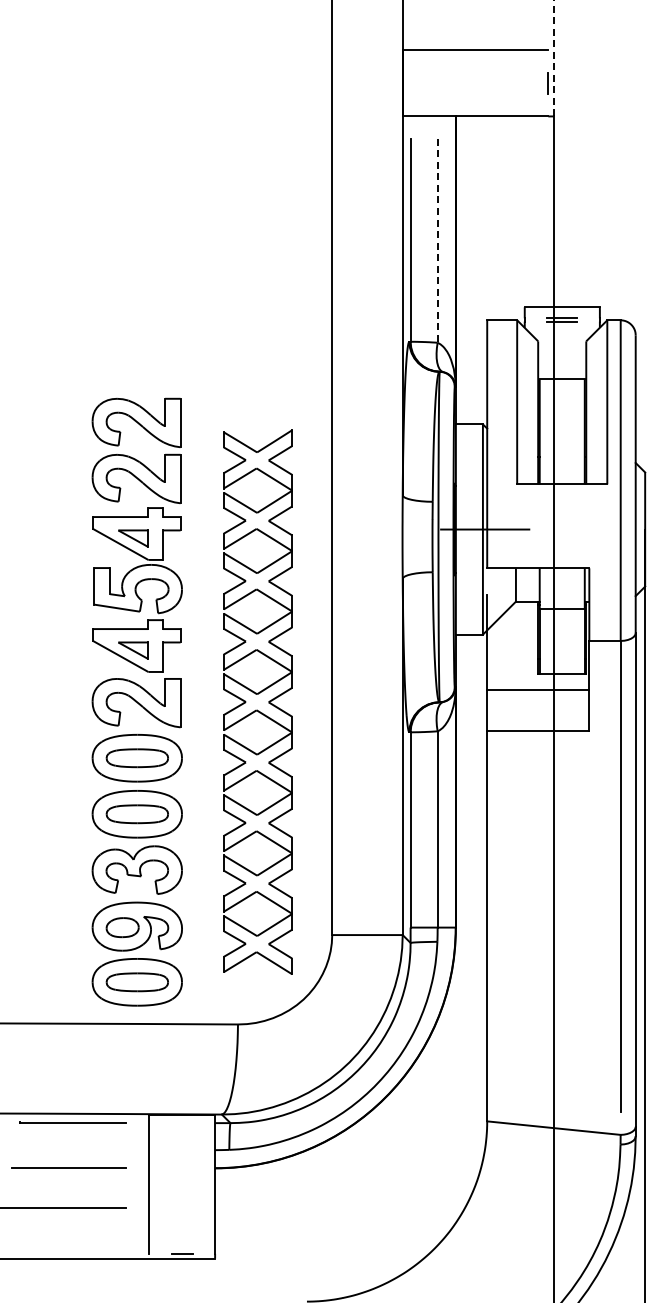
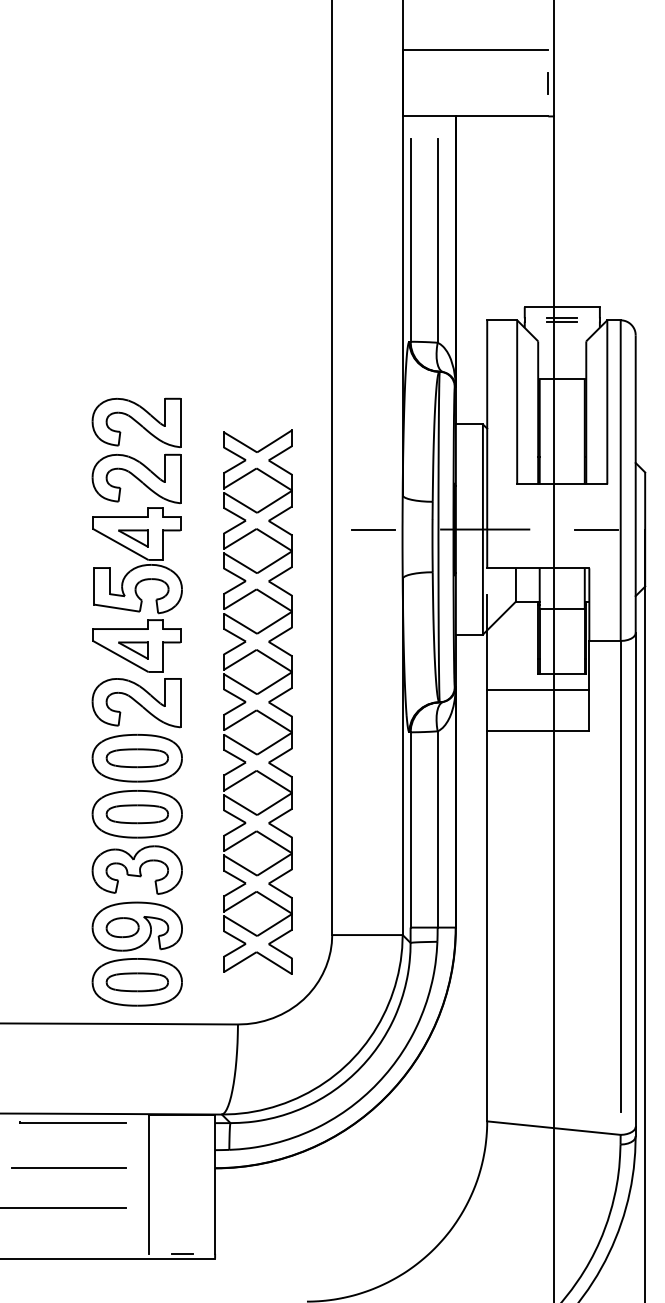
line at (554, 58): dashed -> solid
line at (437, 240): dashed -> solid
line at (373, 529): none -> present
line at (596, 529): none -> present
